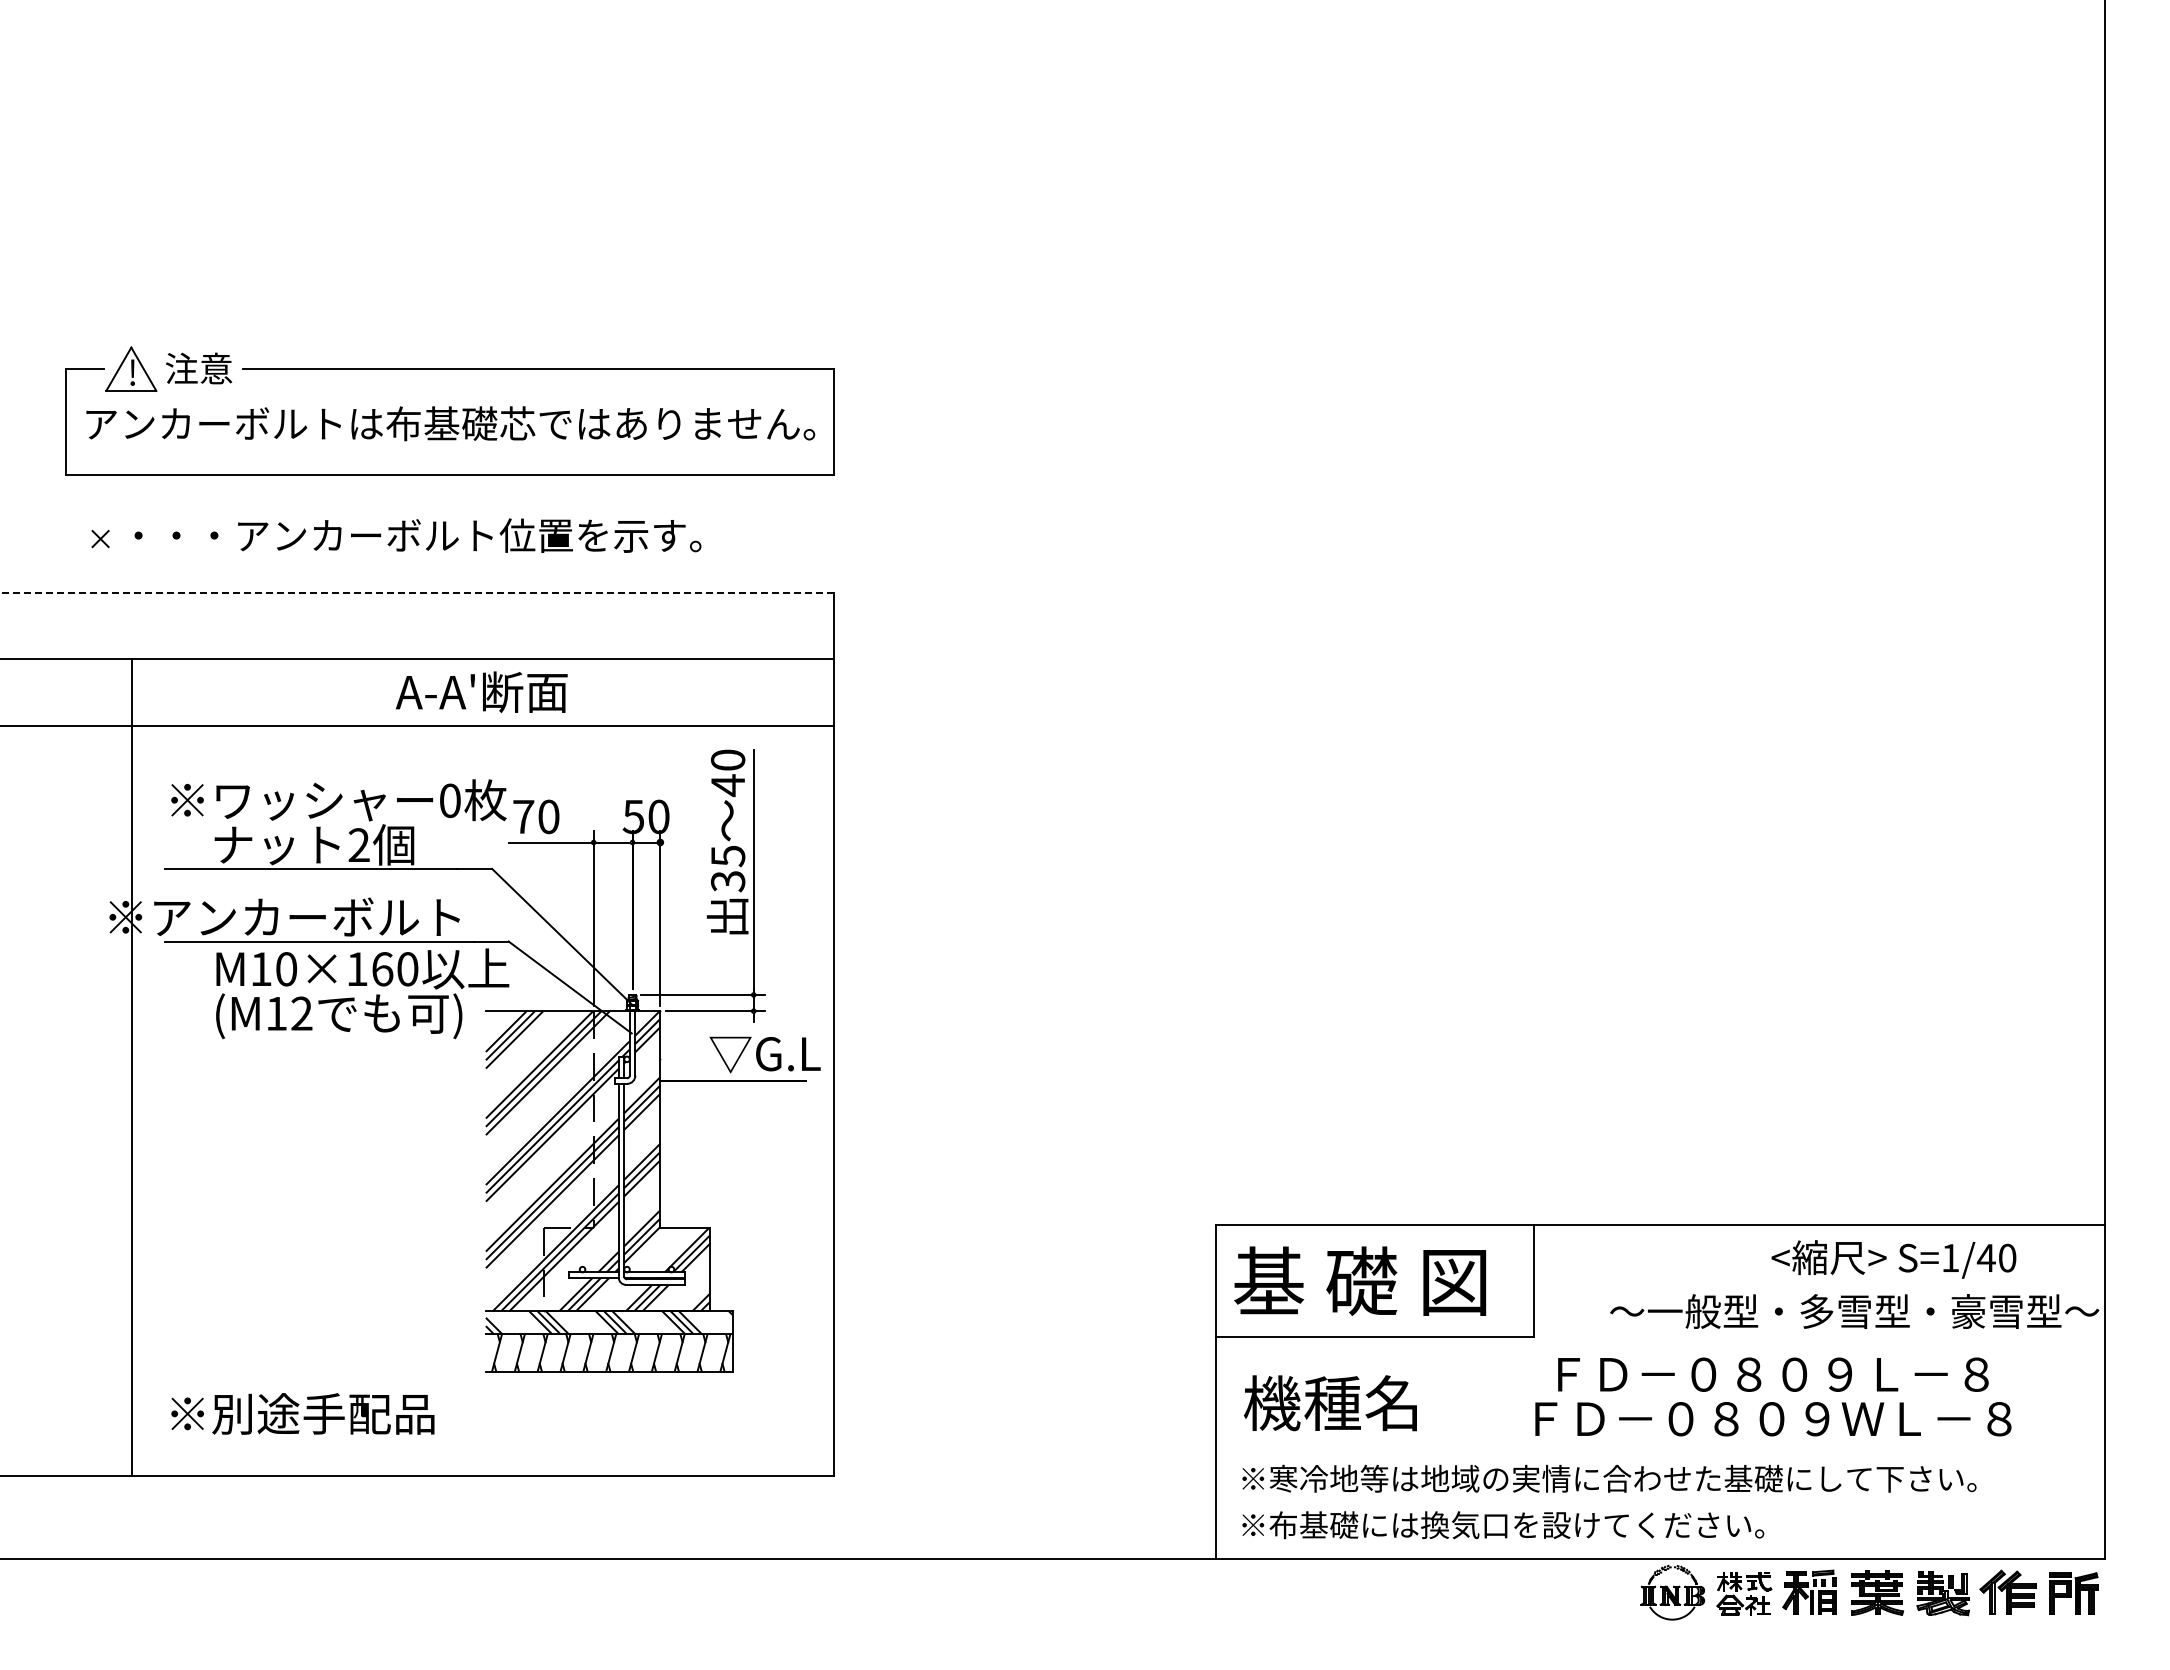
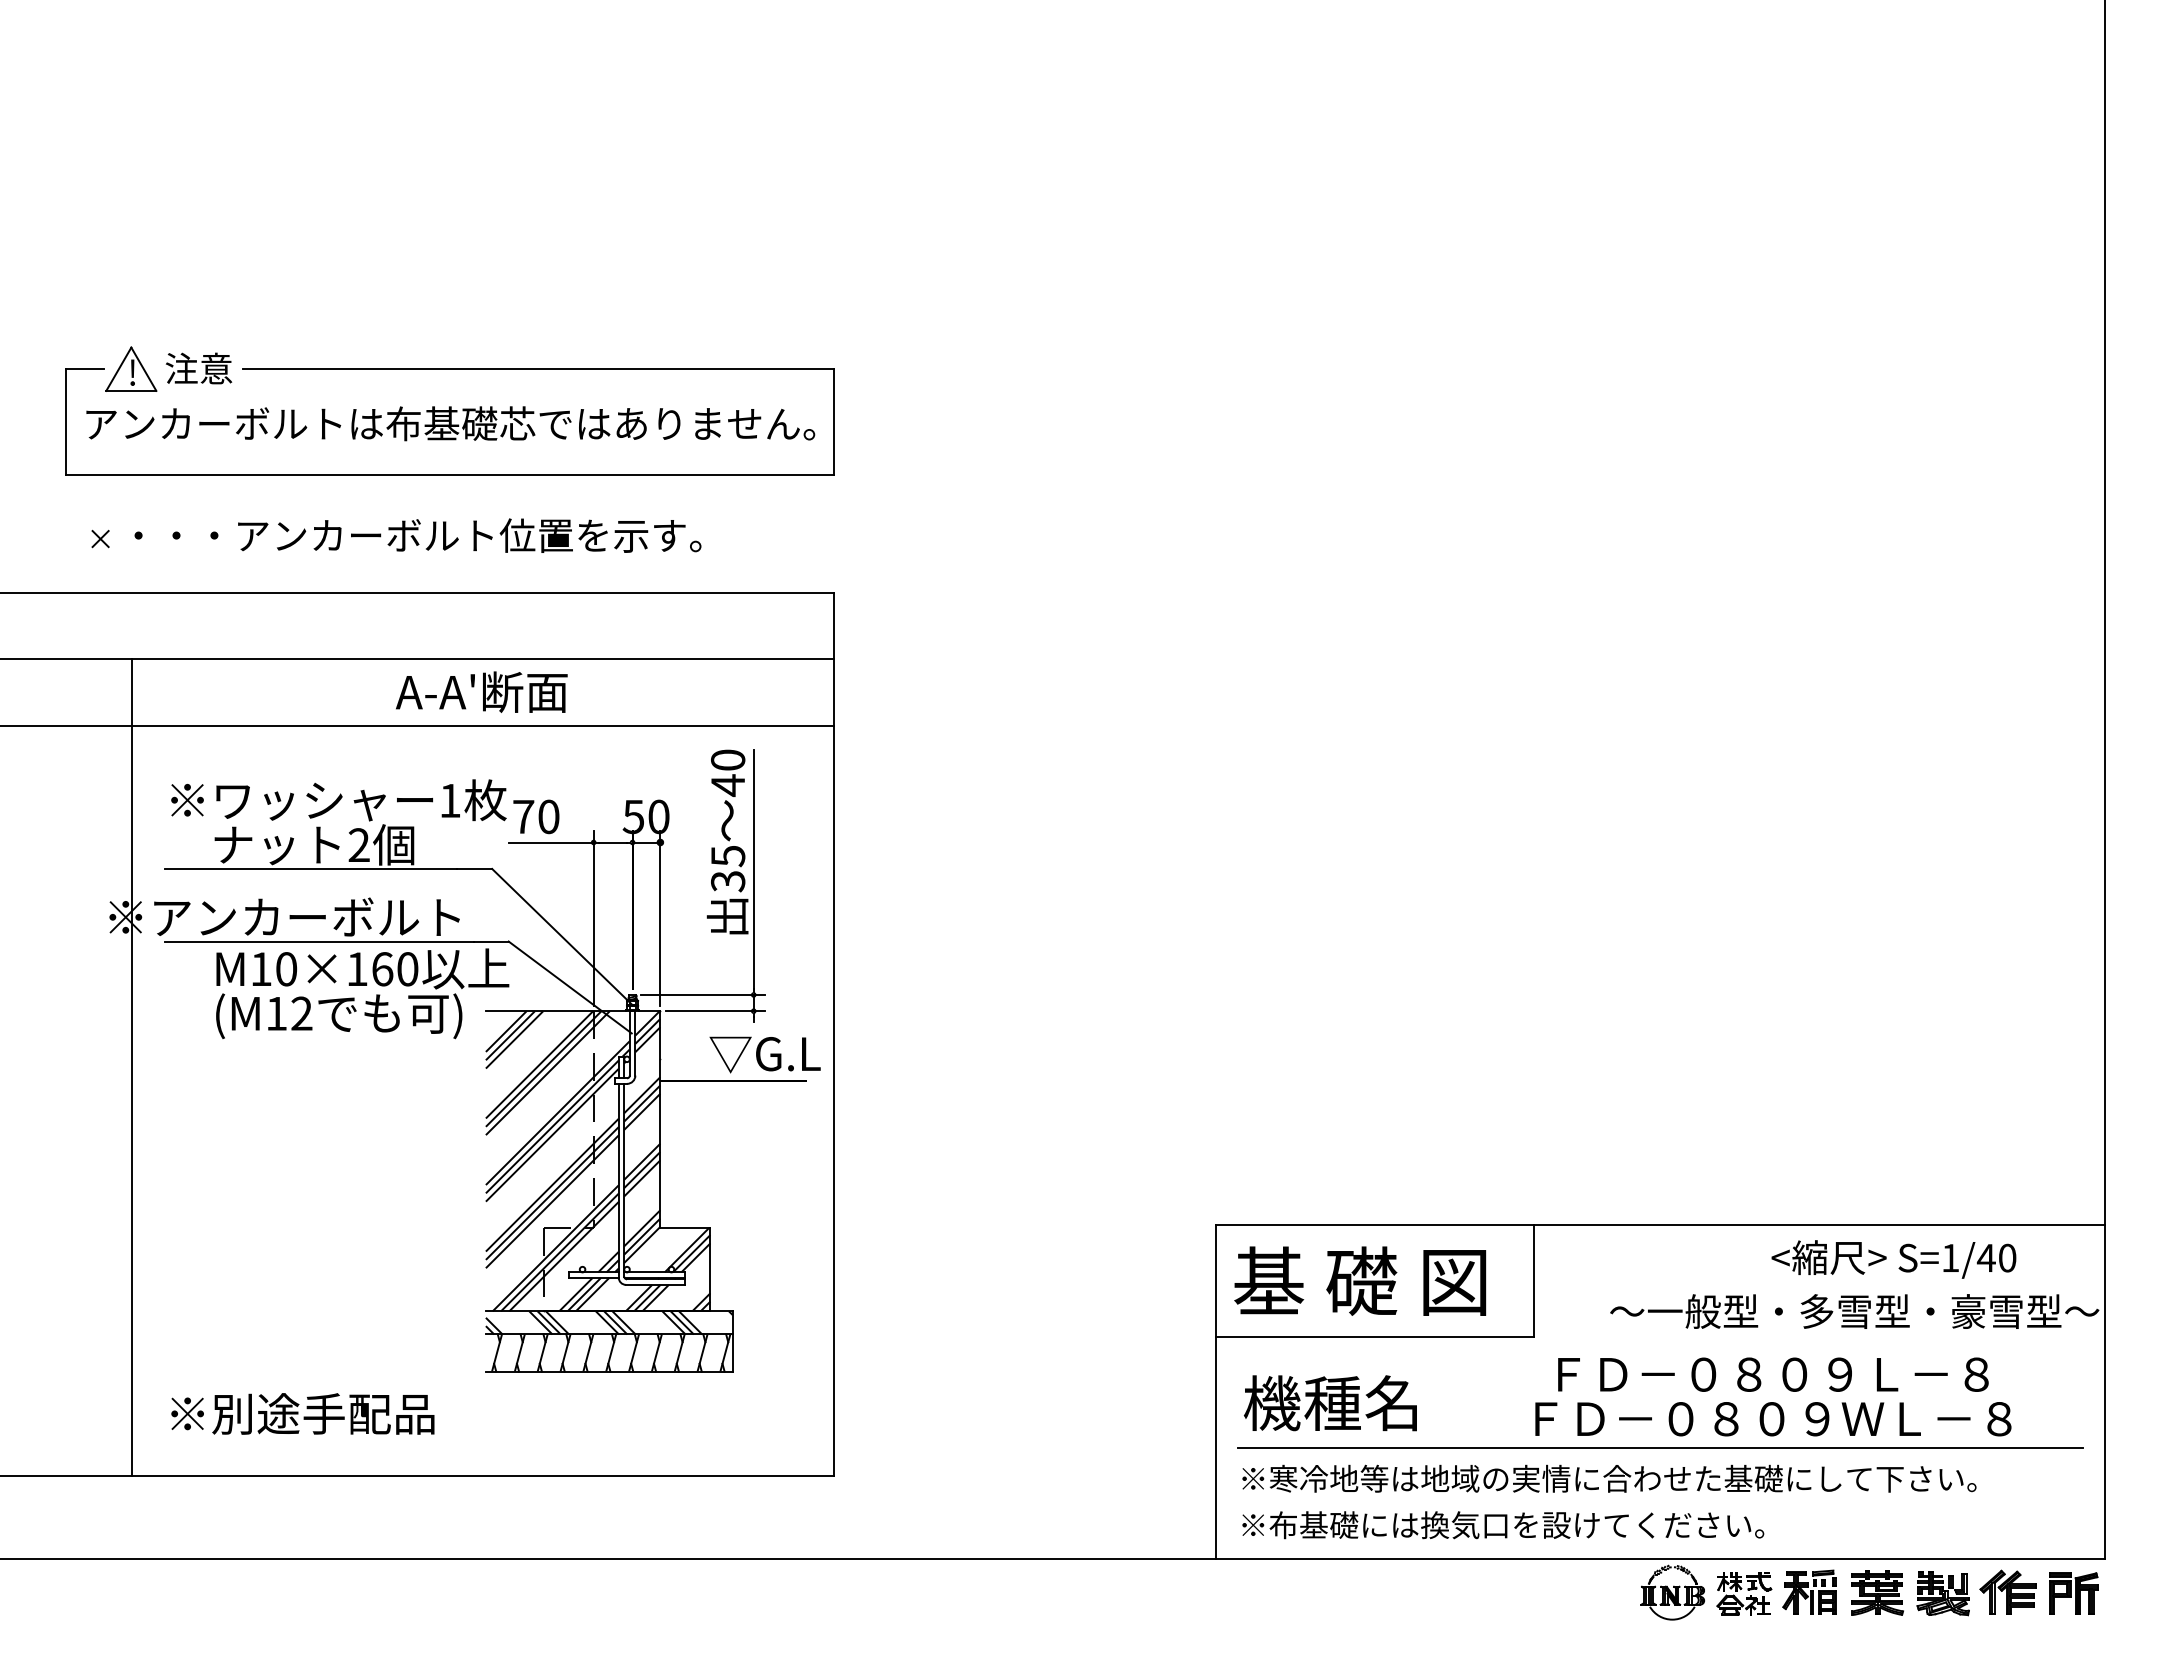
line at (417, 592): dashed -> solid
text at (450, 800): 0 -> 1
line at (1659, 1447): none -> present
